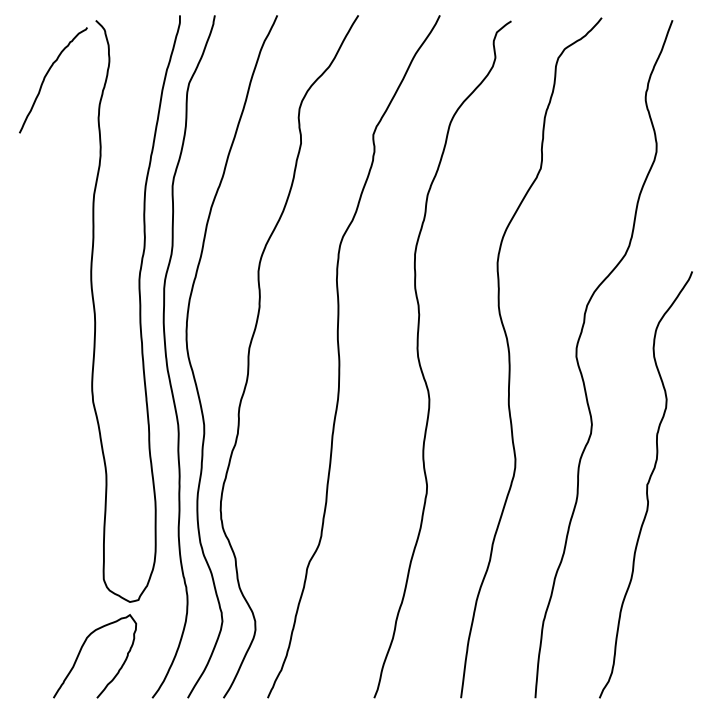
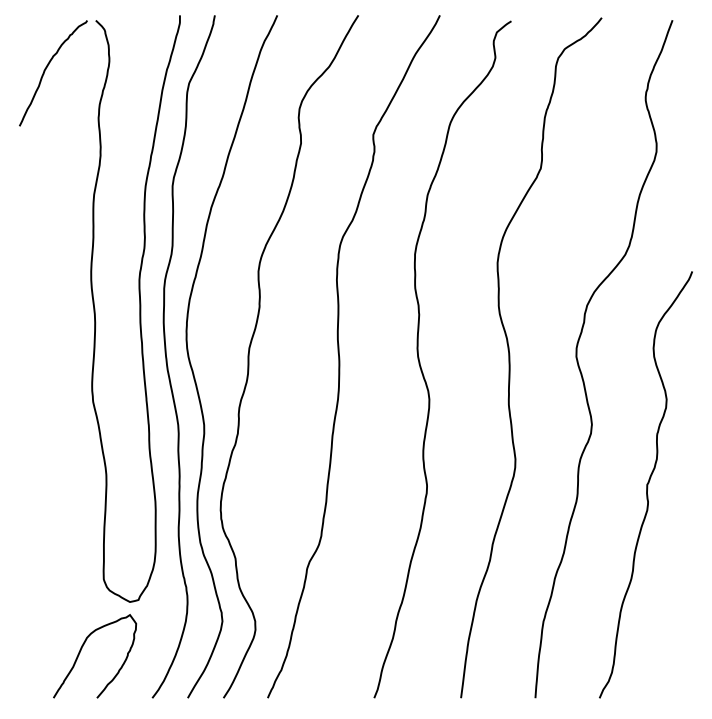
curve at (46, 76) position: (46, 76) -> (46, 69)
